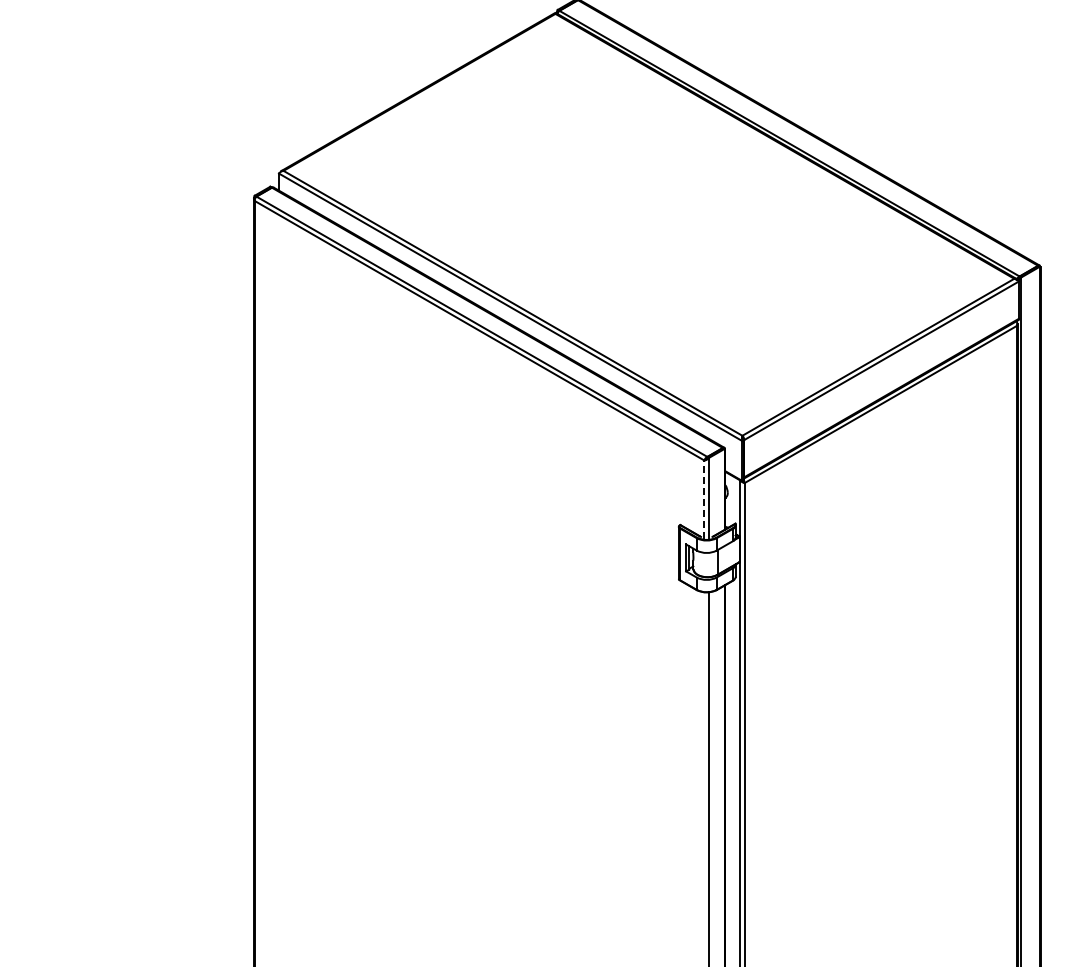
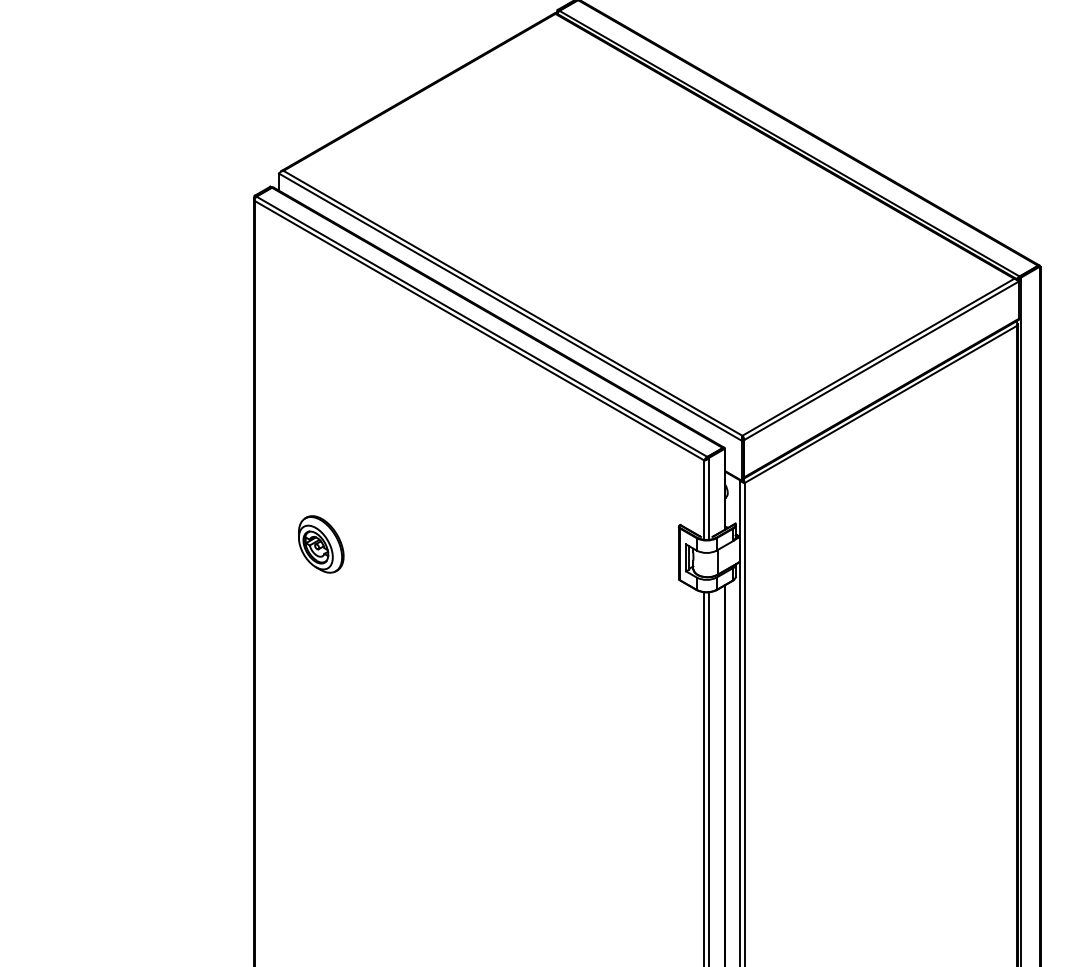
line at (704, 499): dashed -> solid
part at (321, 544): none -> present
line at (704, 777): none -> present
